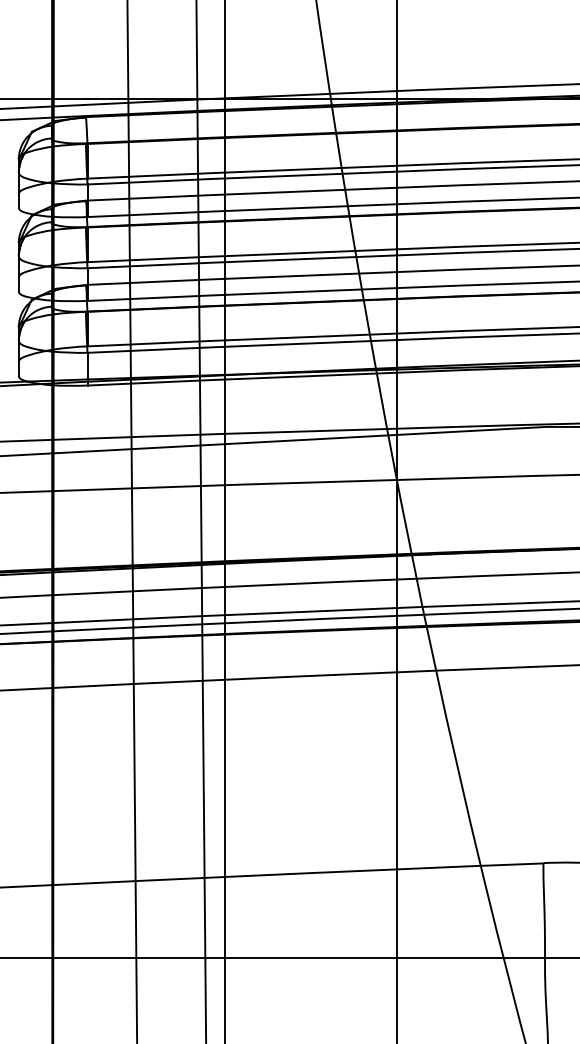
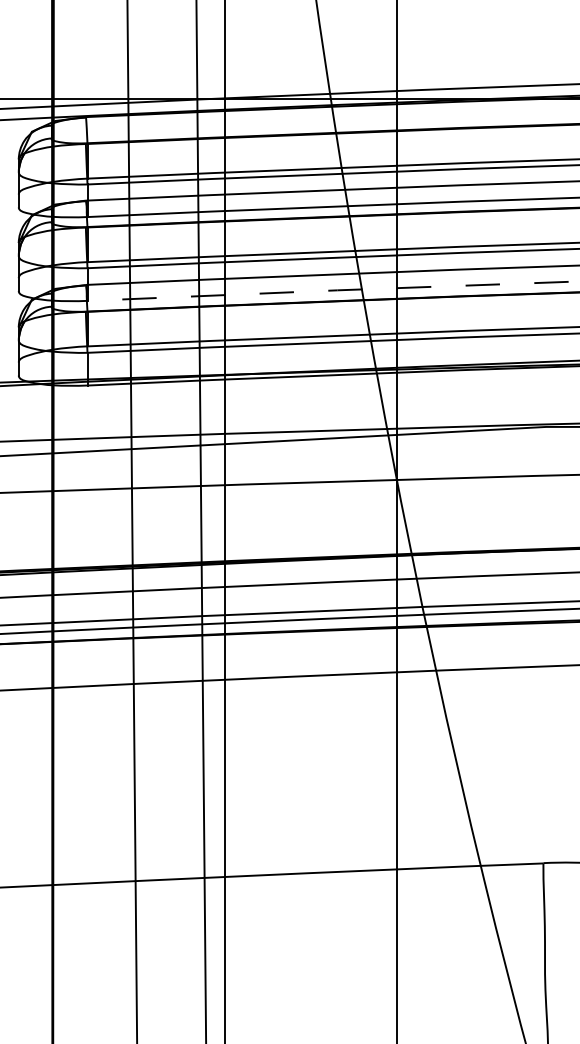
arc at (334, 290): solid -> dashed
line at (289, 958): present -> none
